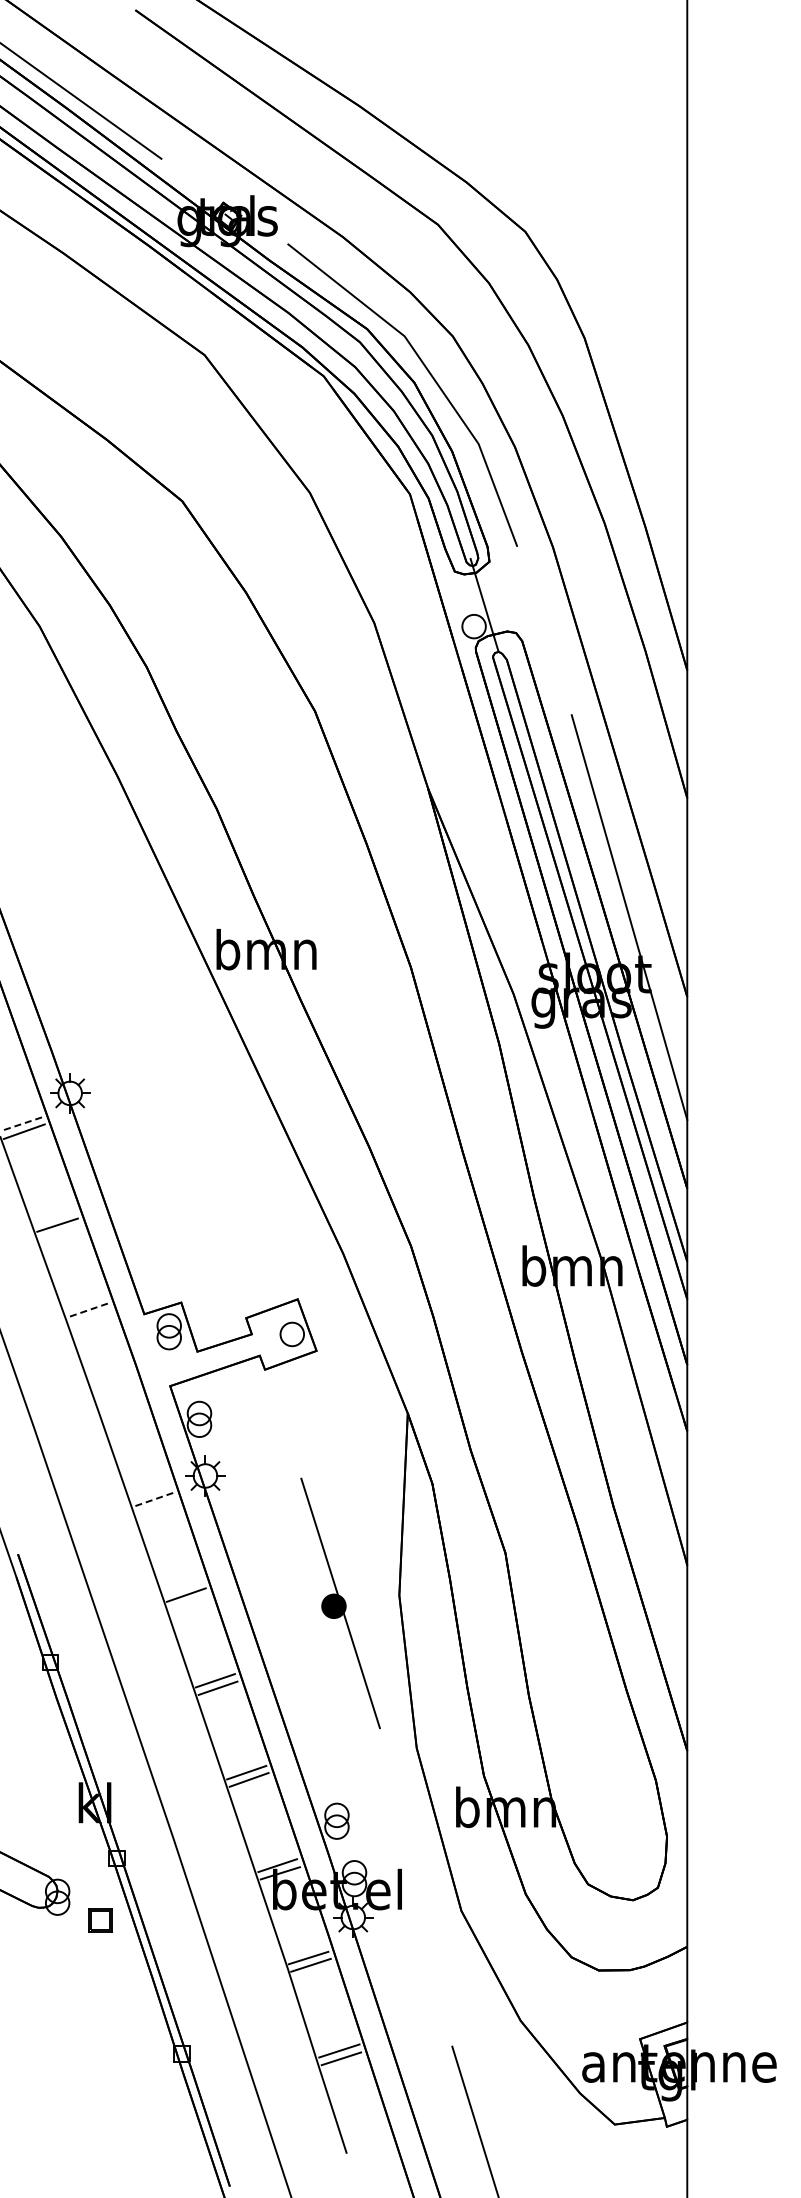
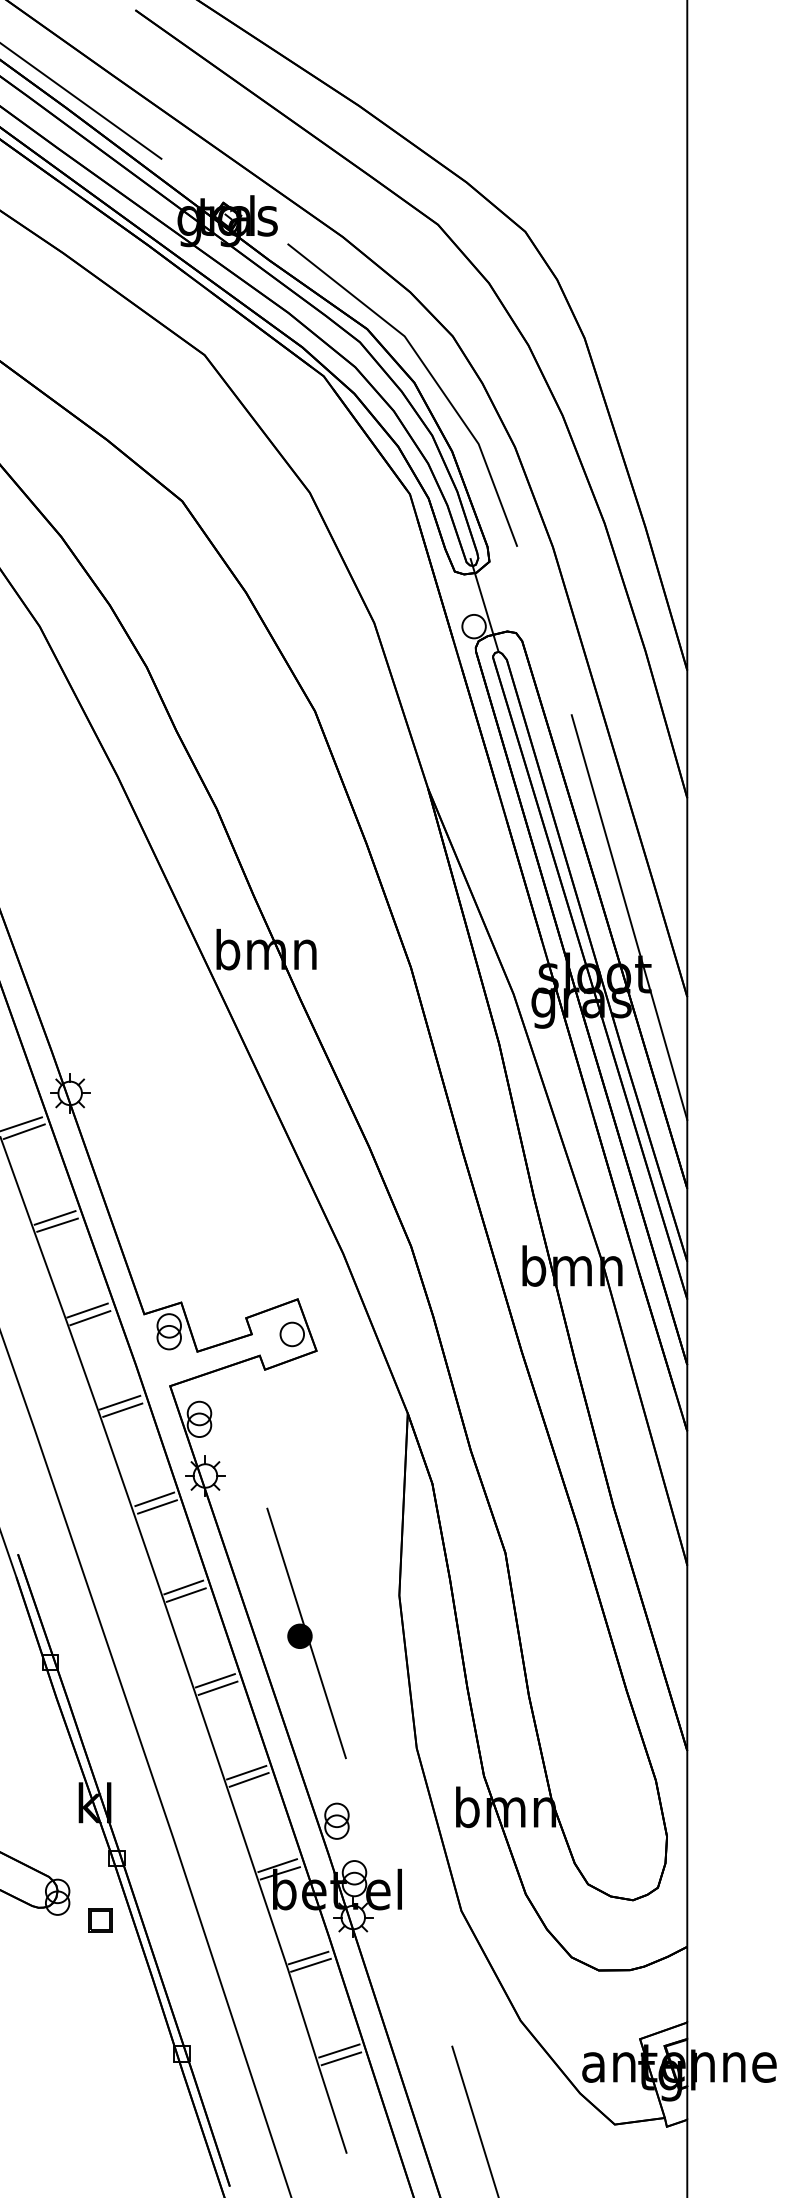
line at (21, 1124): dashed -> solid
line at (54, 1217): none -> present
line at (87, 1310): dashed -> solid
line at (90, 1318): none -> present
line at (119, 1402): none -> present
line at (122, 1409): none -> present
line at (155, 1499): dashed -> solid
line at (157, 1506): none -> present
line at (183, 1587): none -> present
part at (340, 1603) position: (340, 1603) -> (306, 1633)
